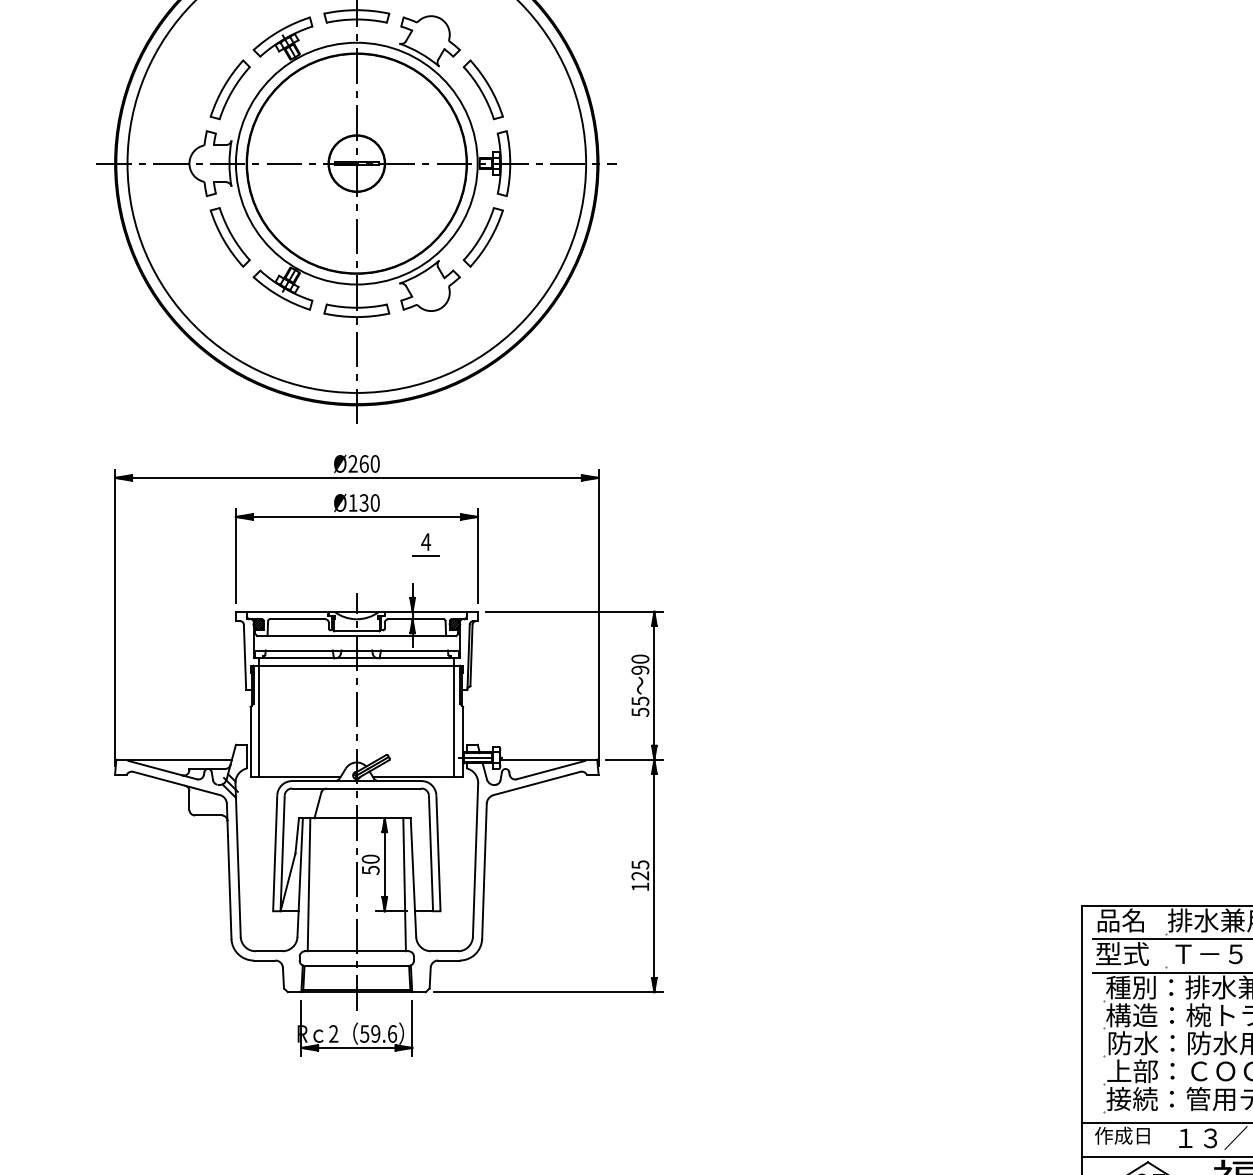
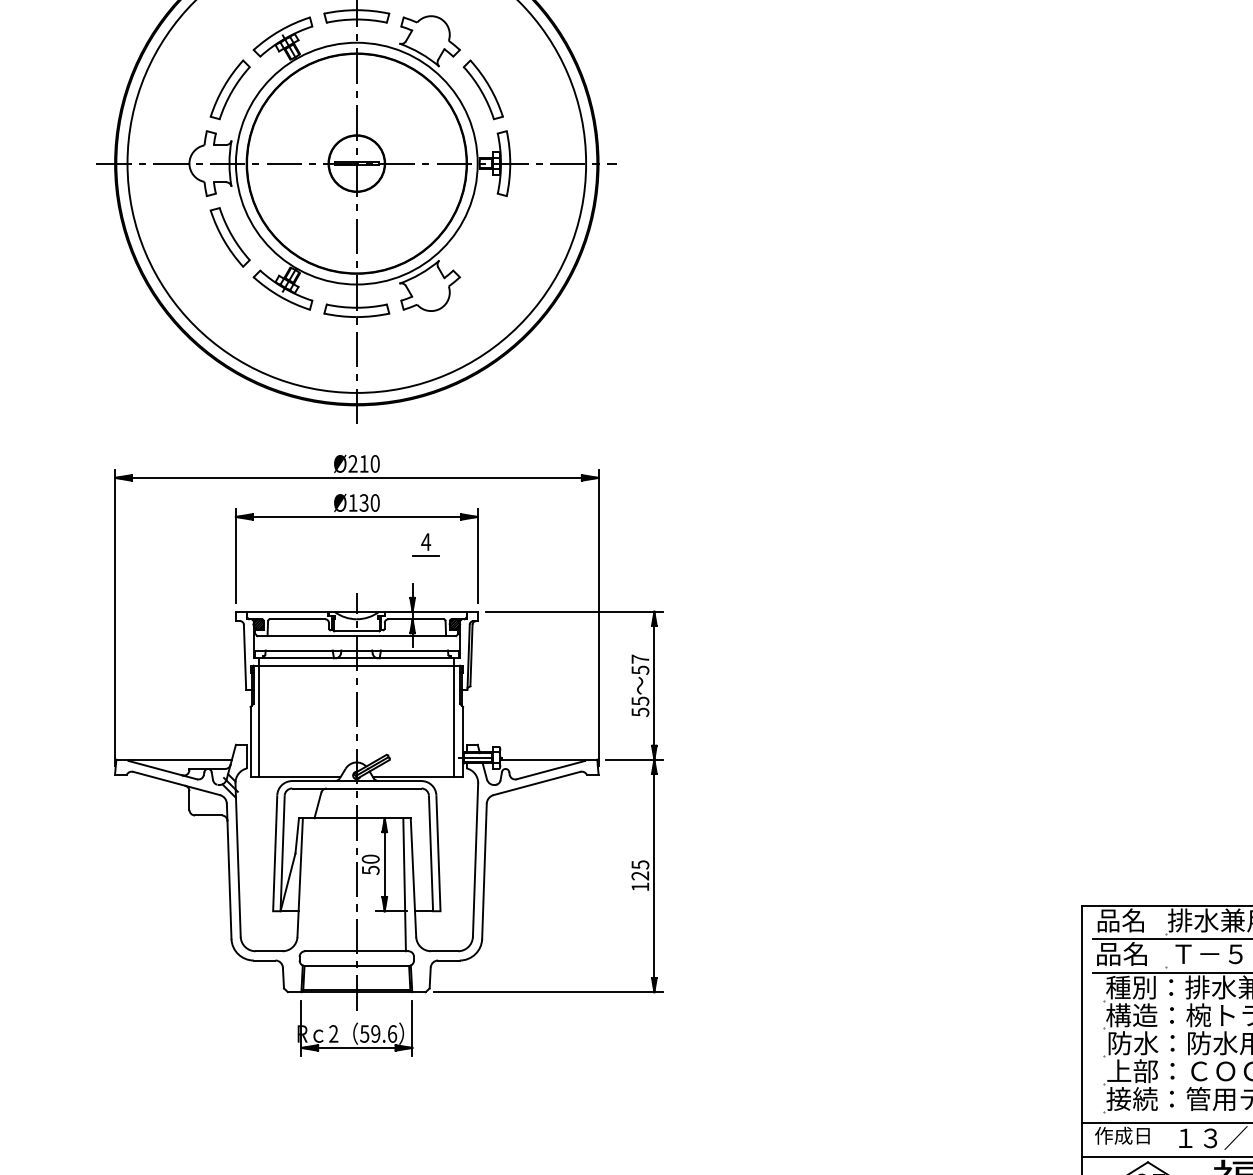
part at (482, 237): present -> none
text at (363, 463): Ø260 -> Ø210
text at (640, 664): 90 -> 57
line at (308, 884): present -> none
text at (1122, 953): 型式 -> 品名
